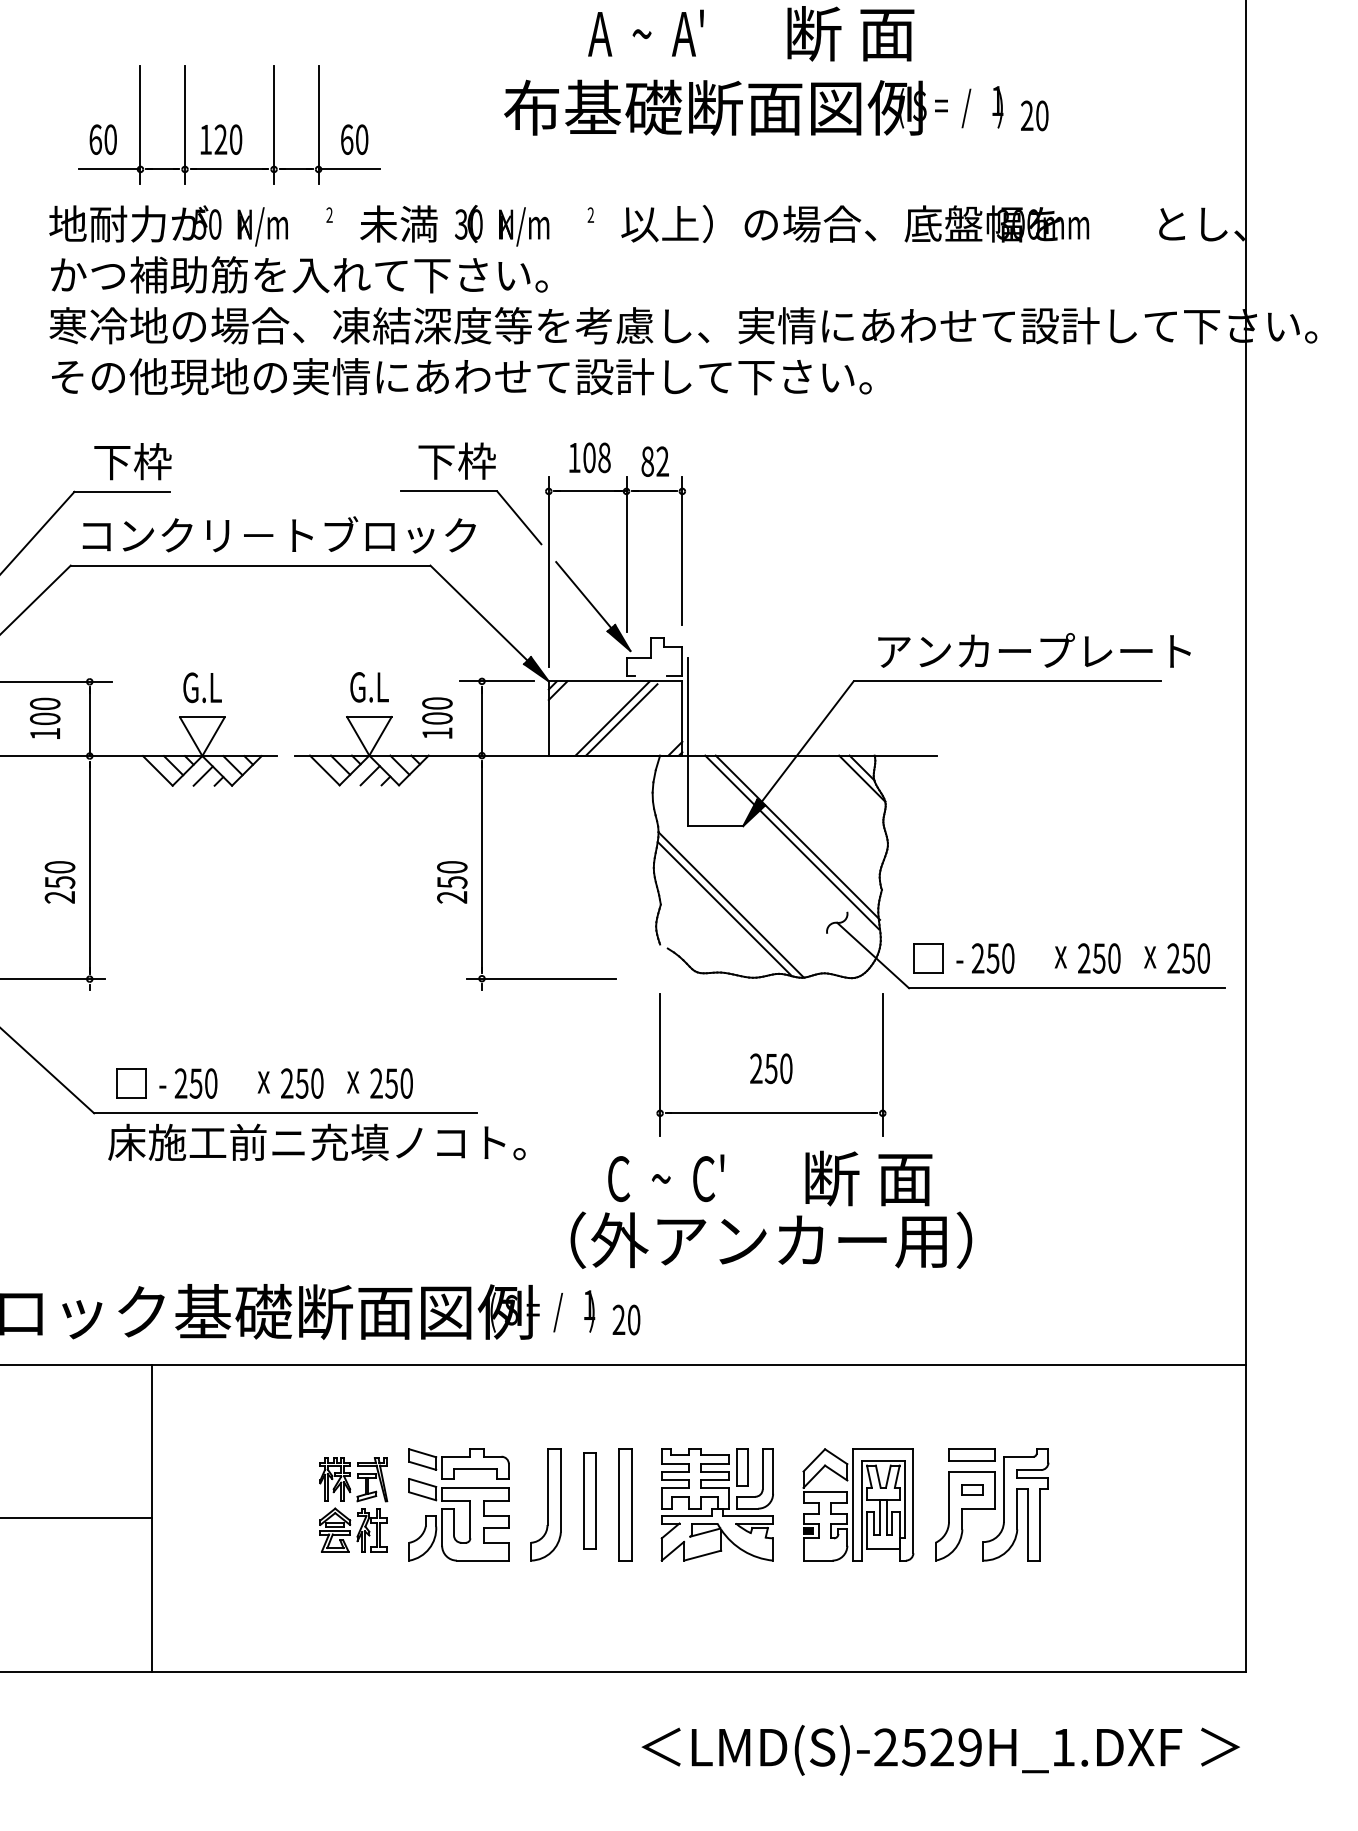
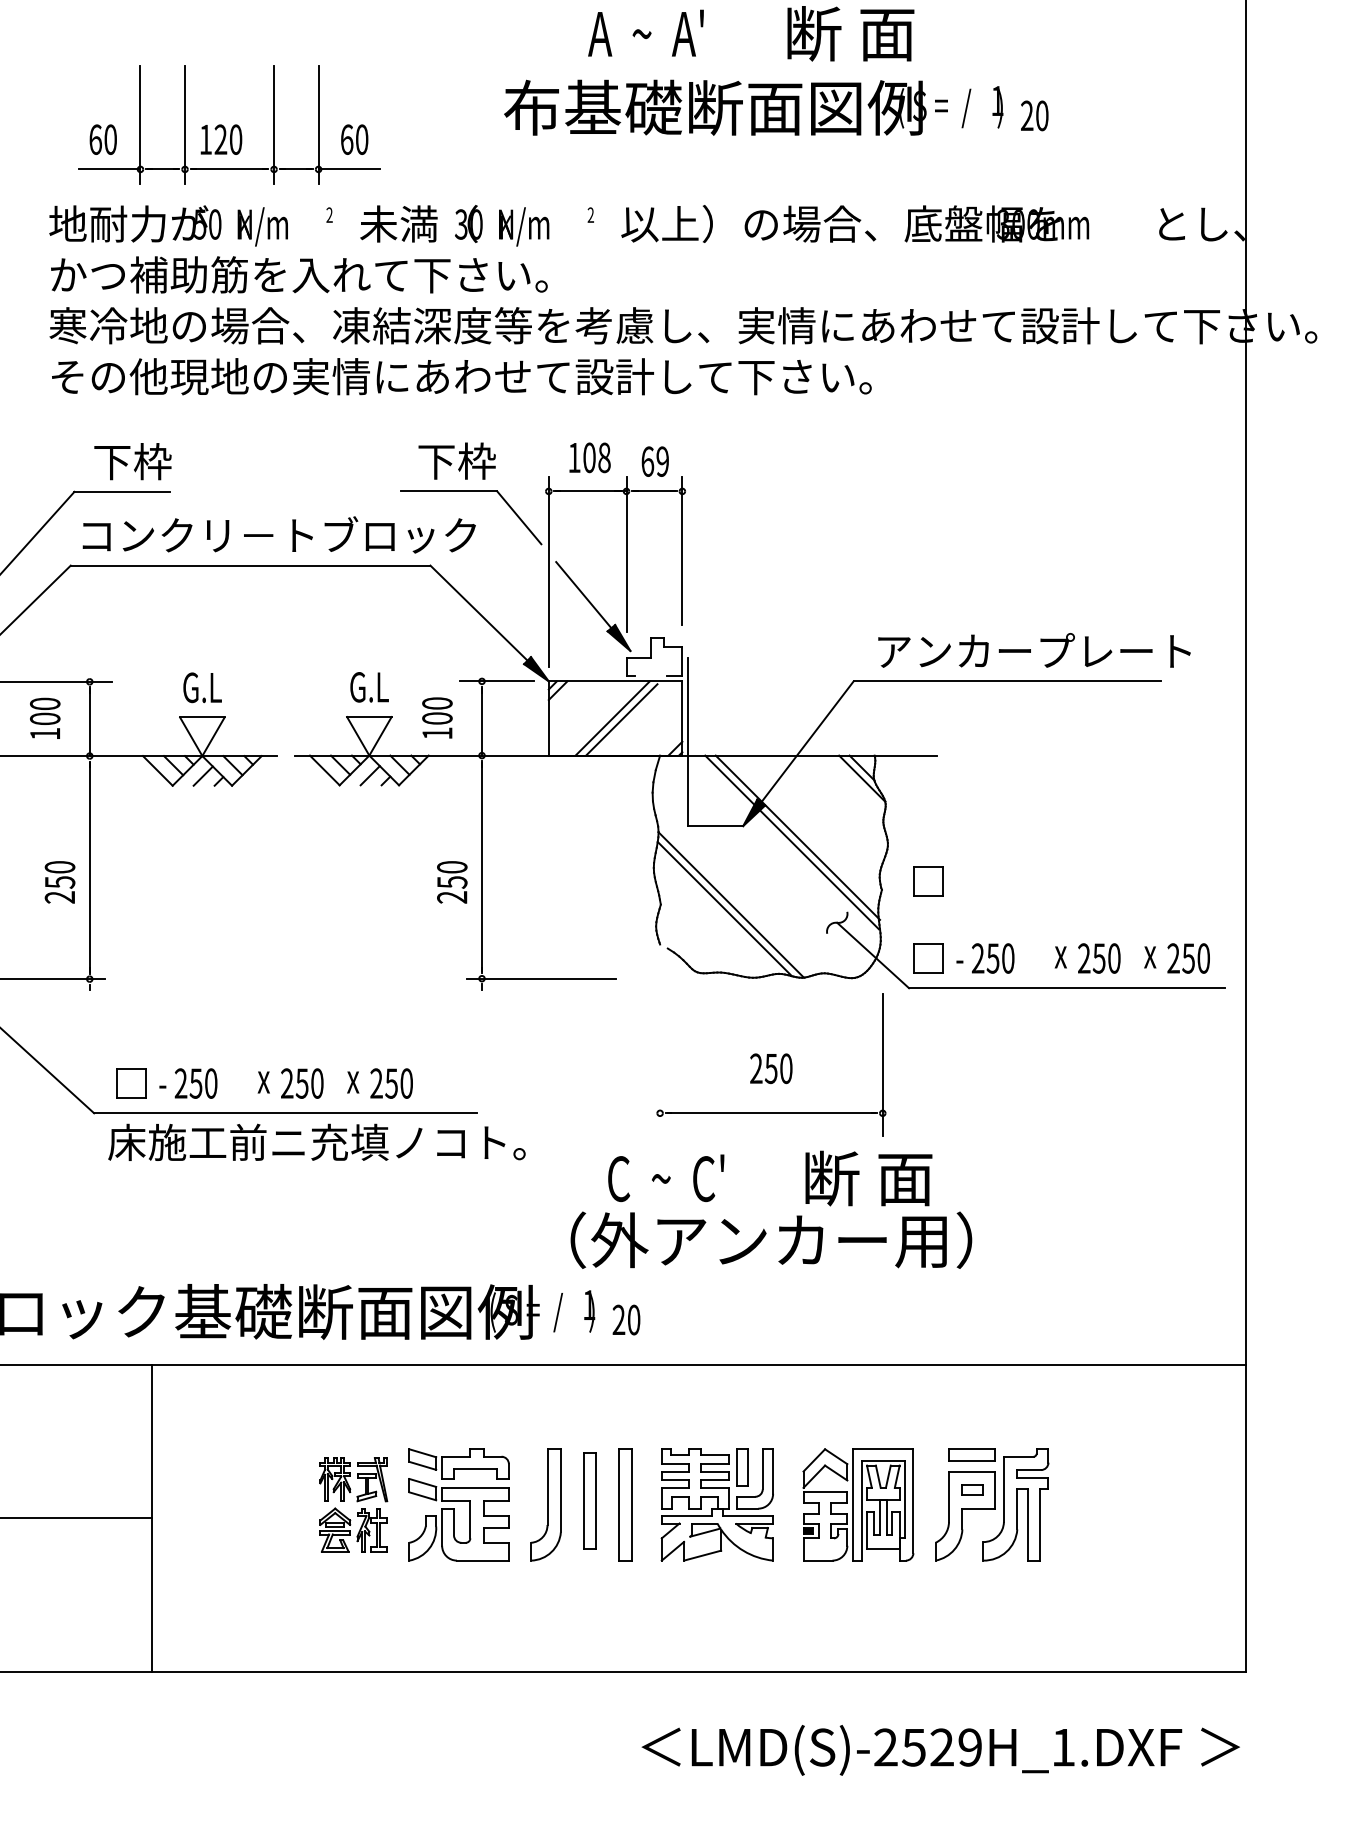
text at (654, 461): 82 -> 69
part at (928, 881): none -> present
line at (660, 1064): present -> none
